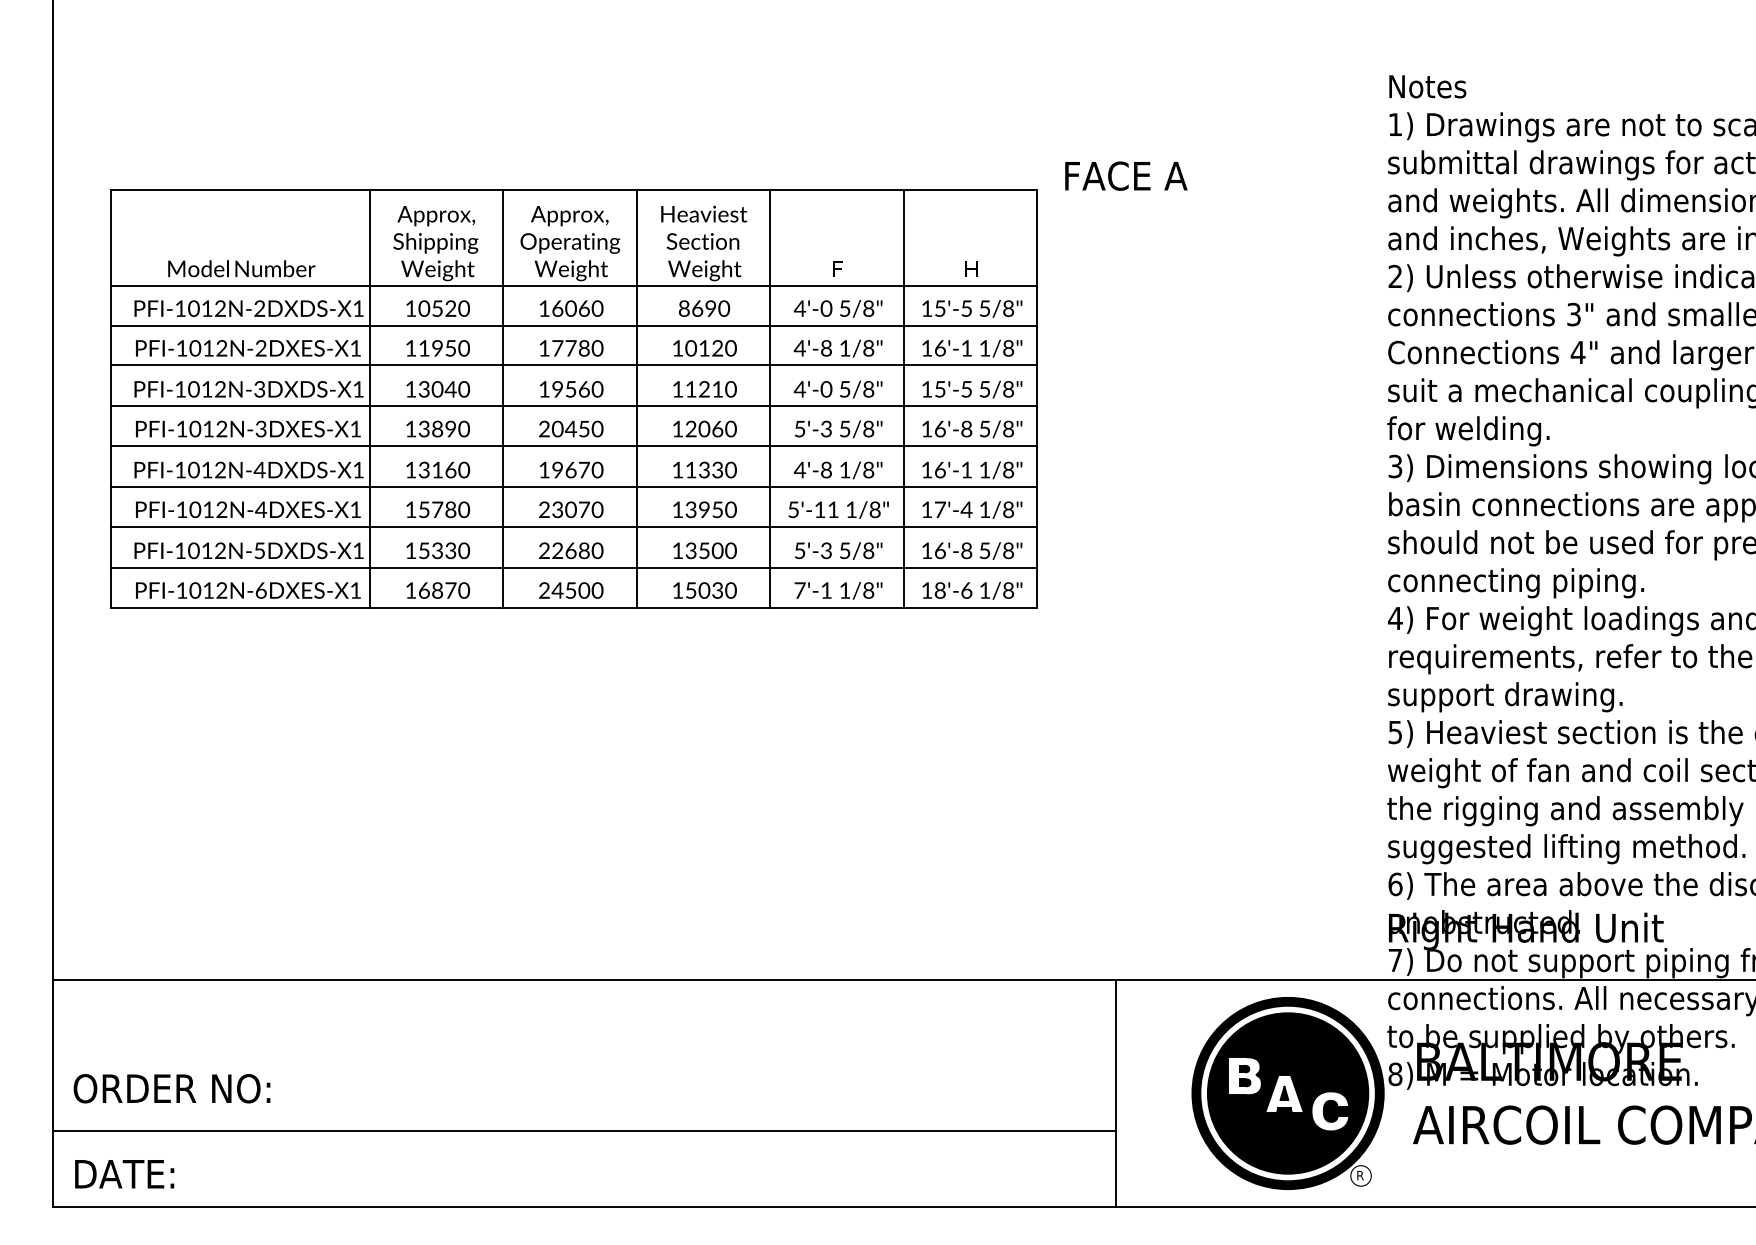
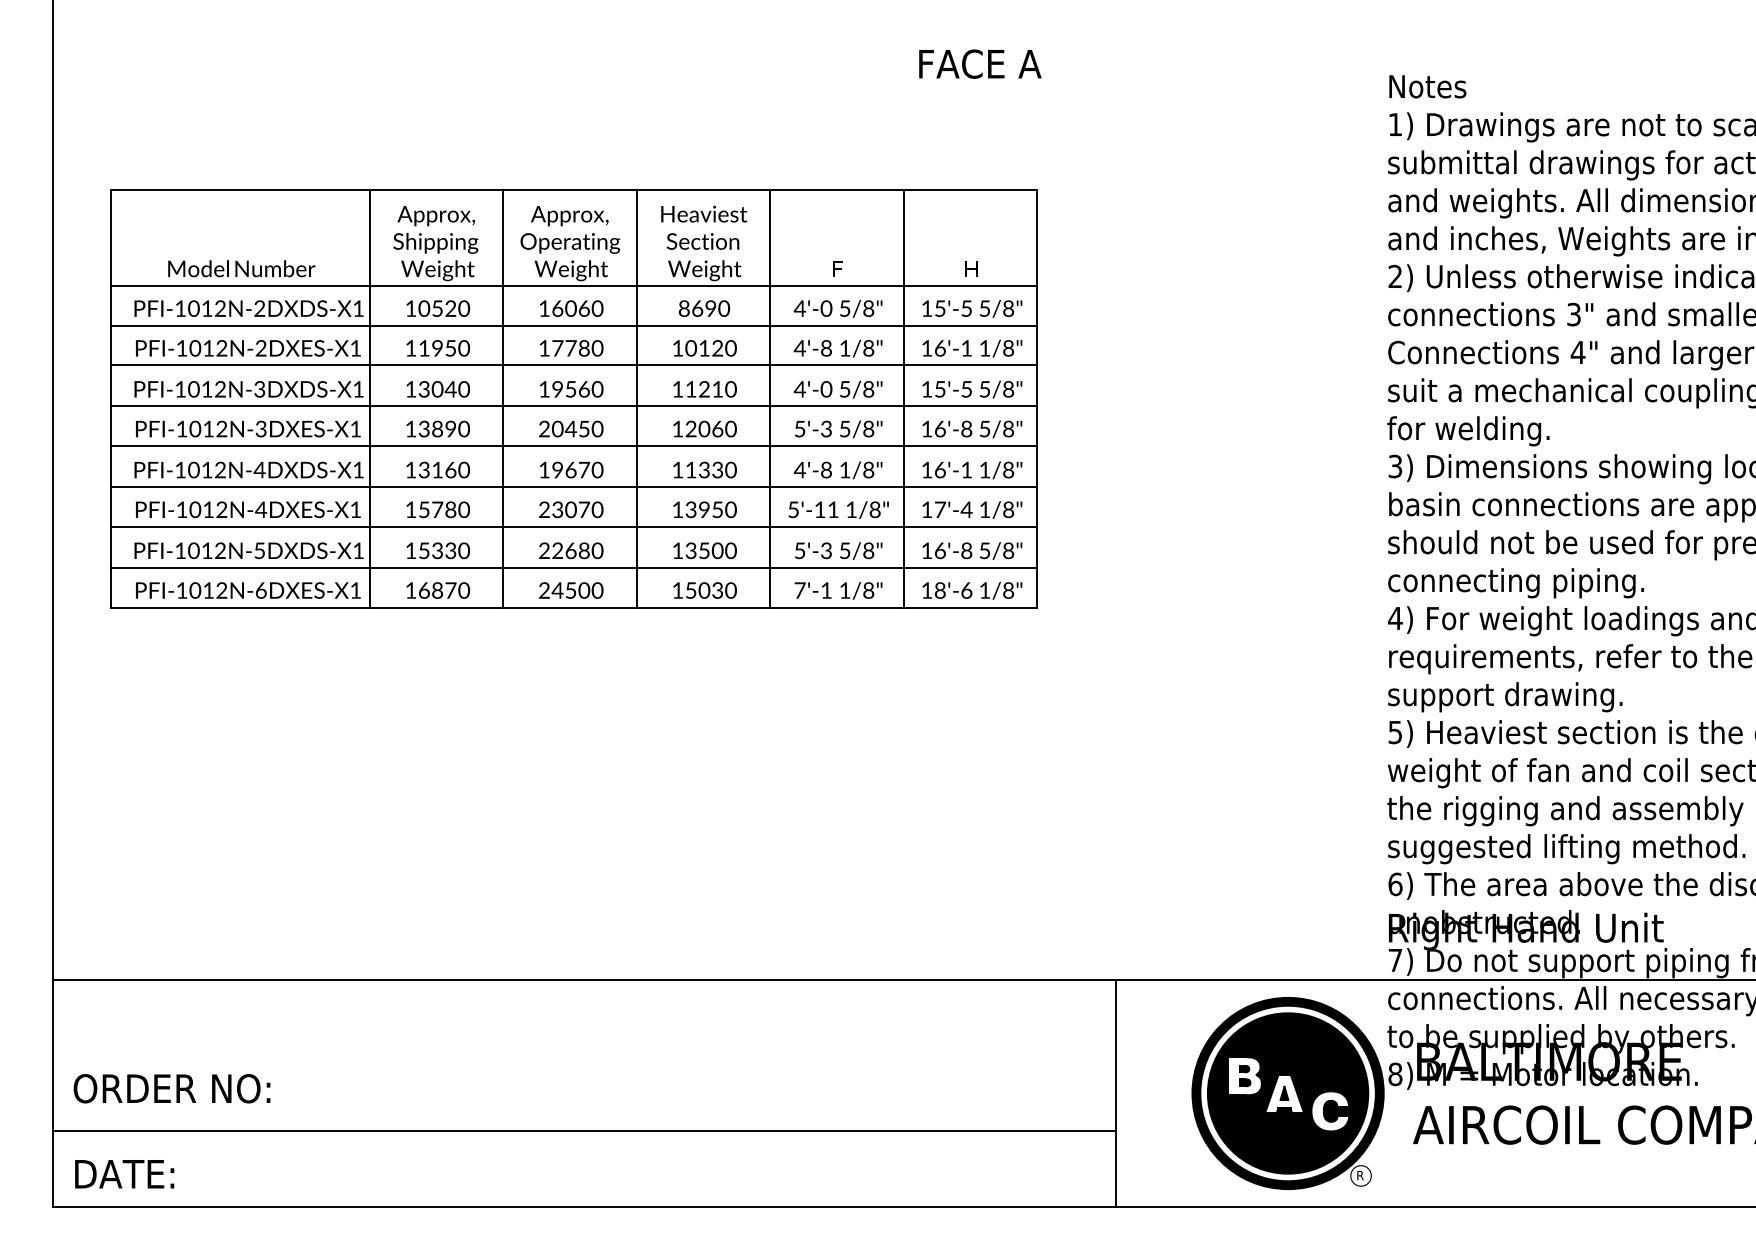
text at (1126, 175) position: (1126, 175) -> (980, 63)
